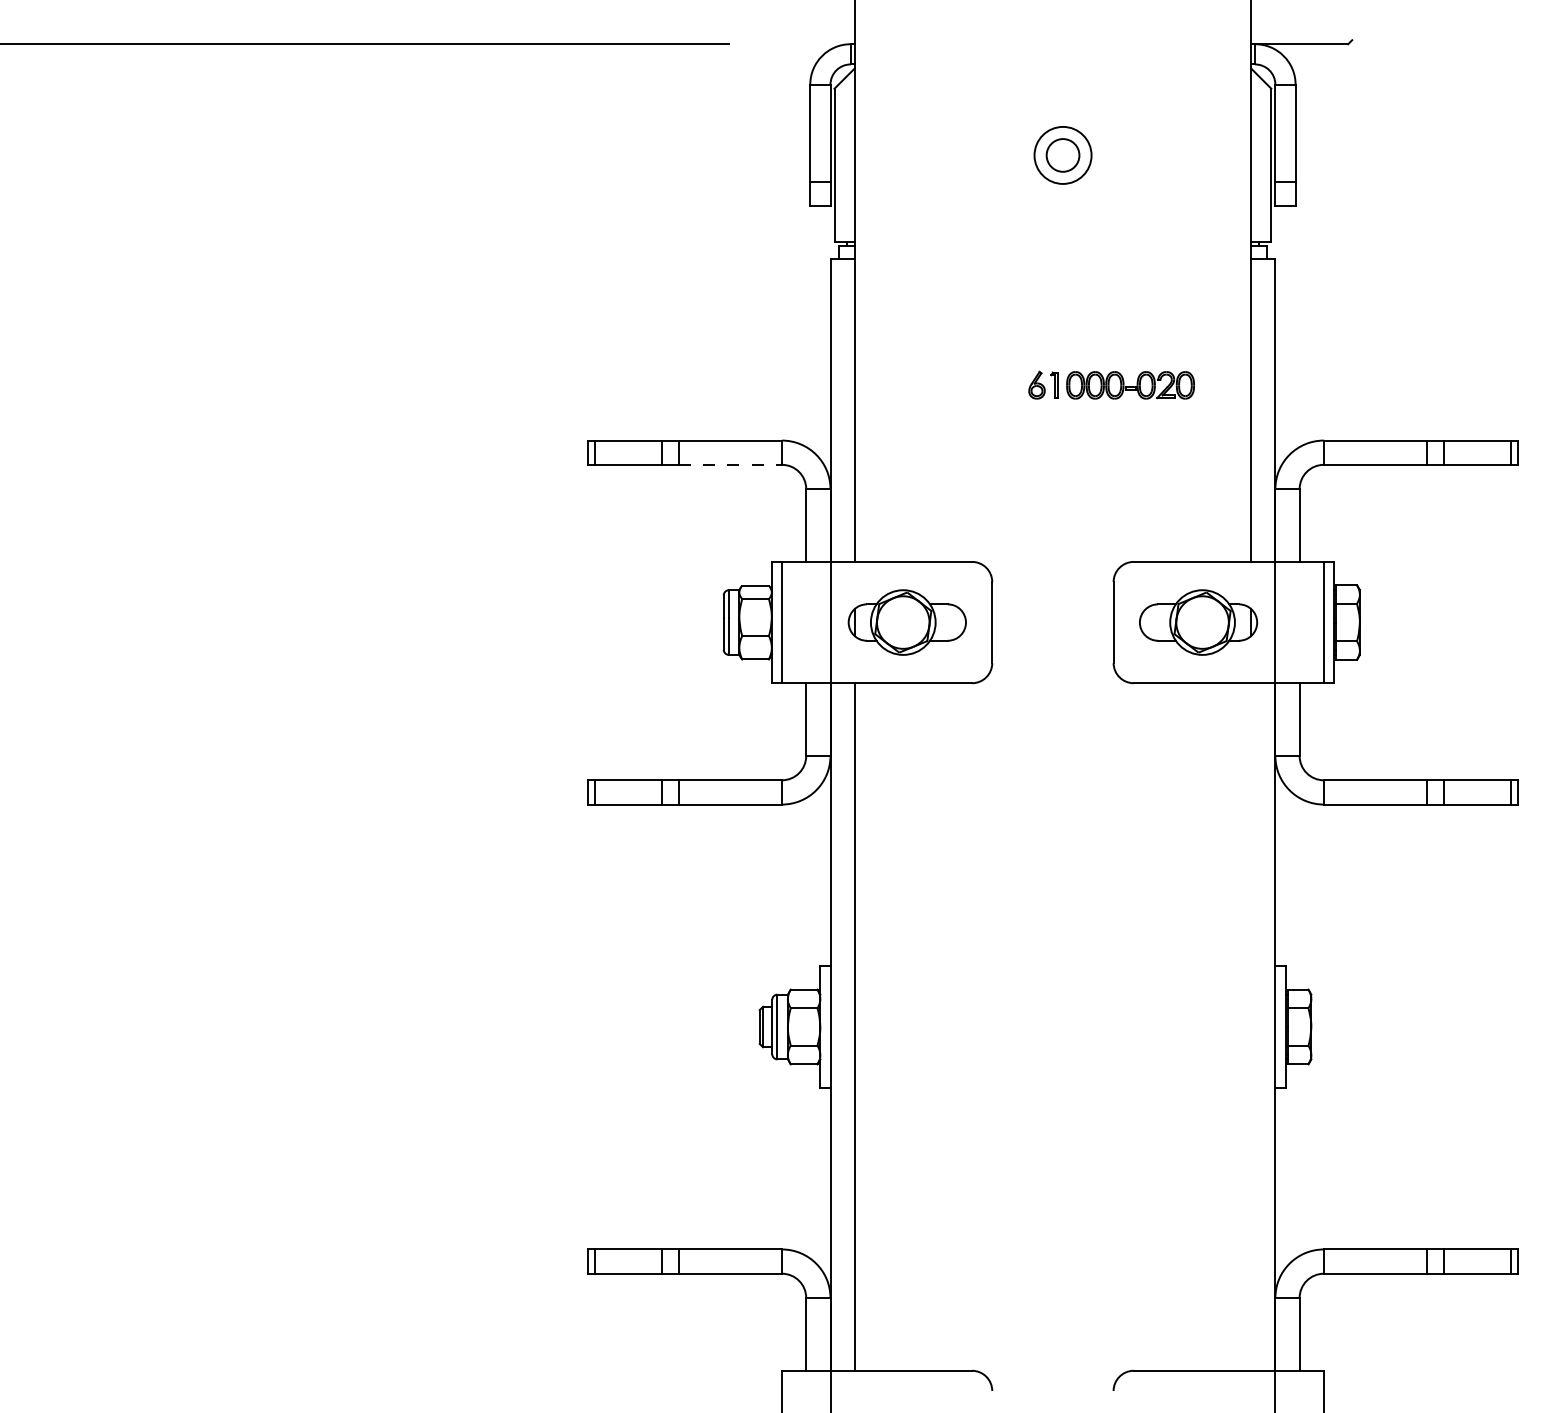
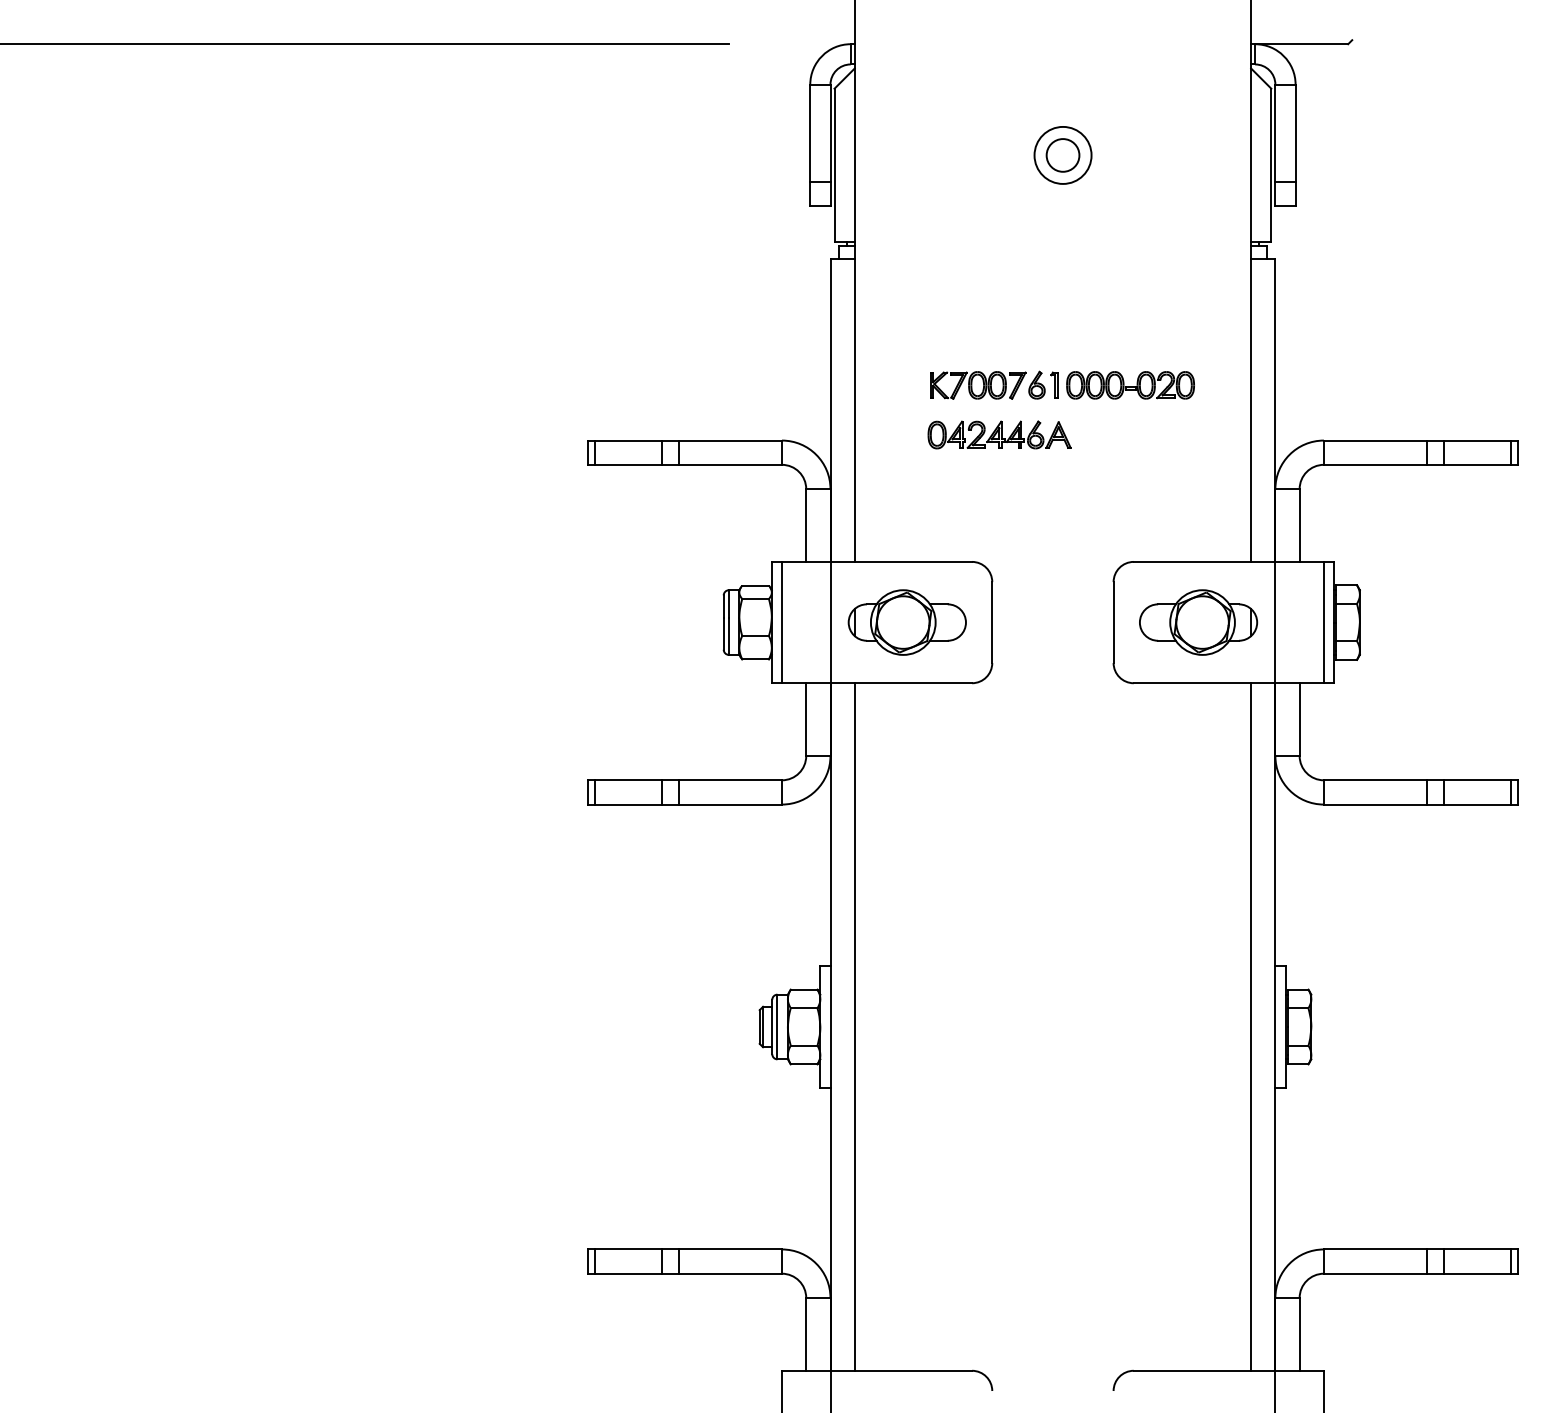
part at (978, 385): none -> present
part at (999, 434): none -> present
line at (730, 464): dashed -> solid
line at (1251, 1026): none -> present
